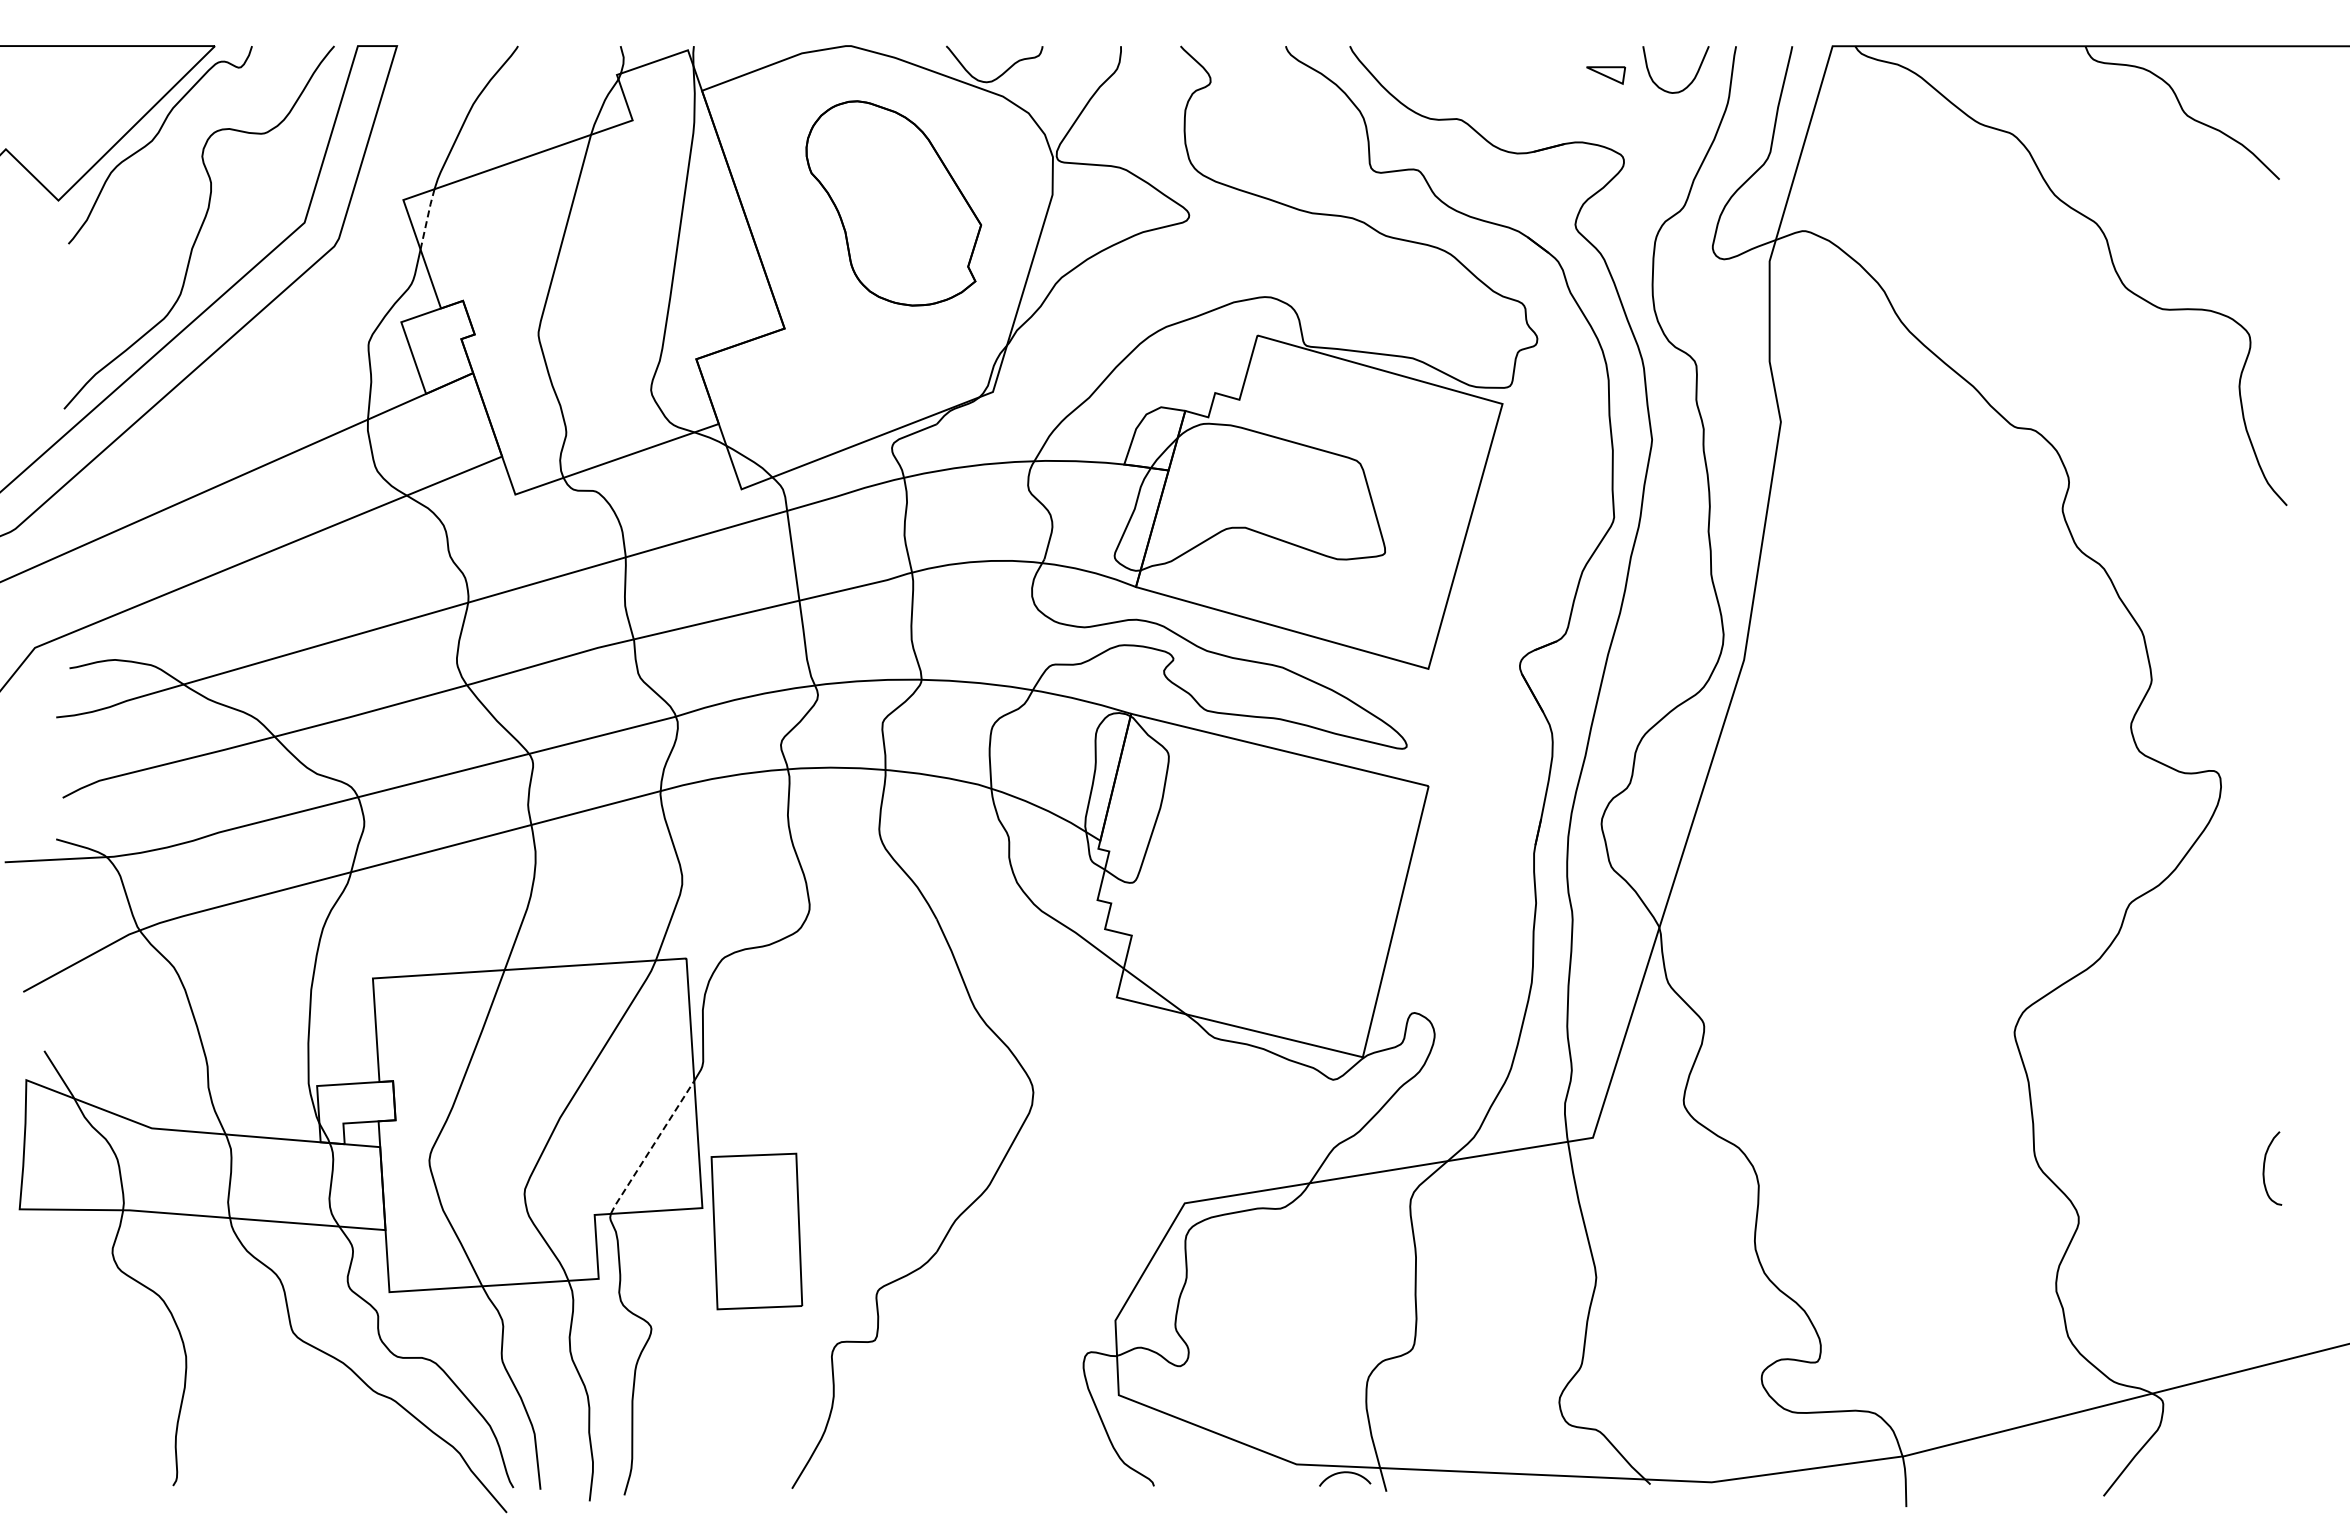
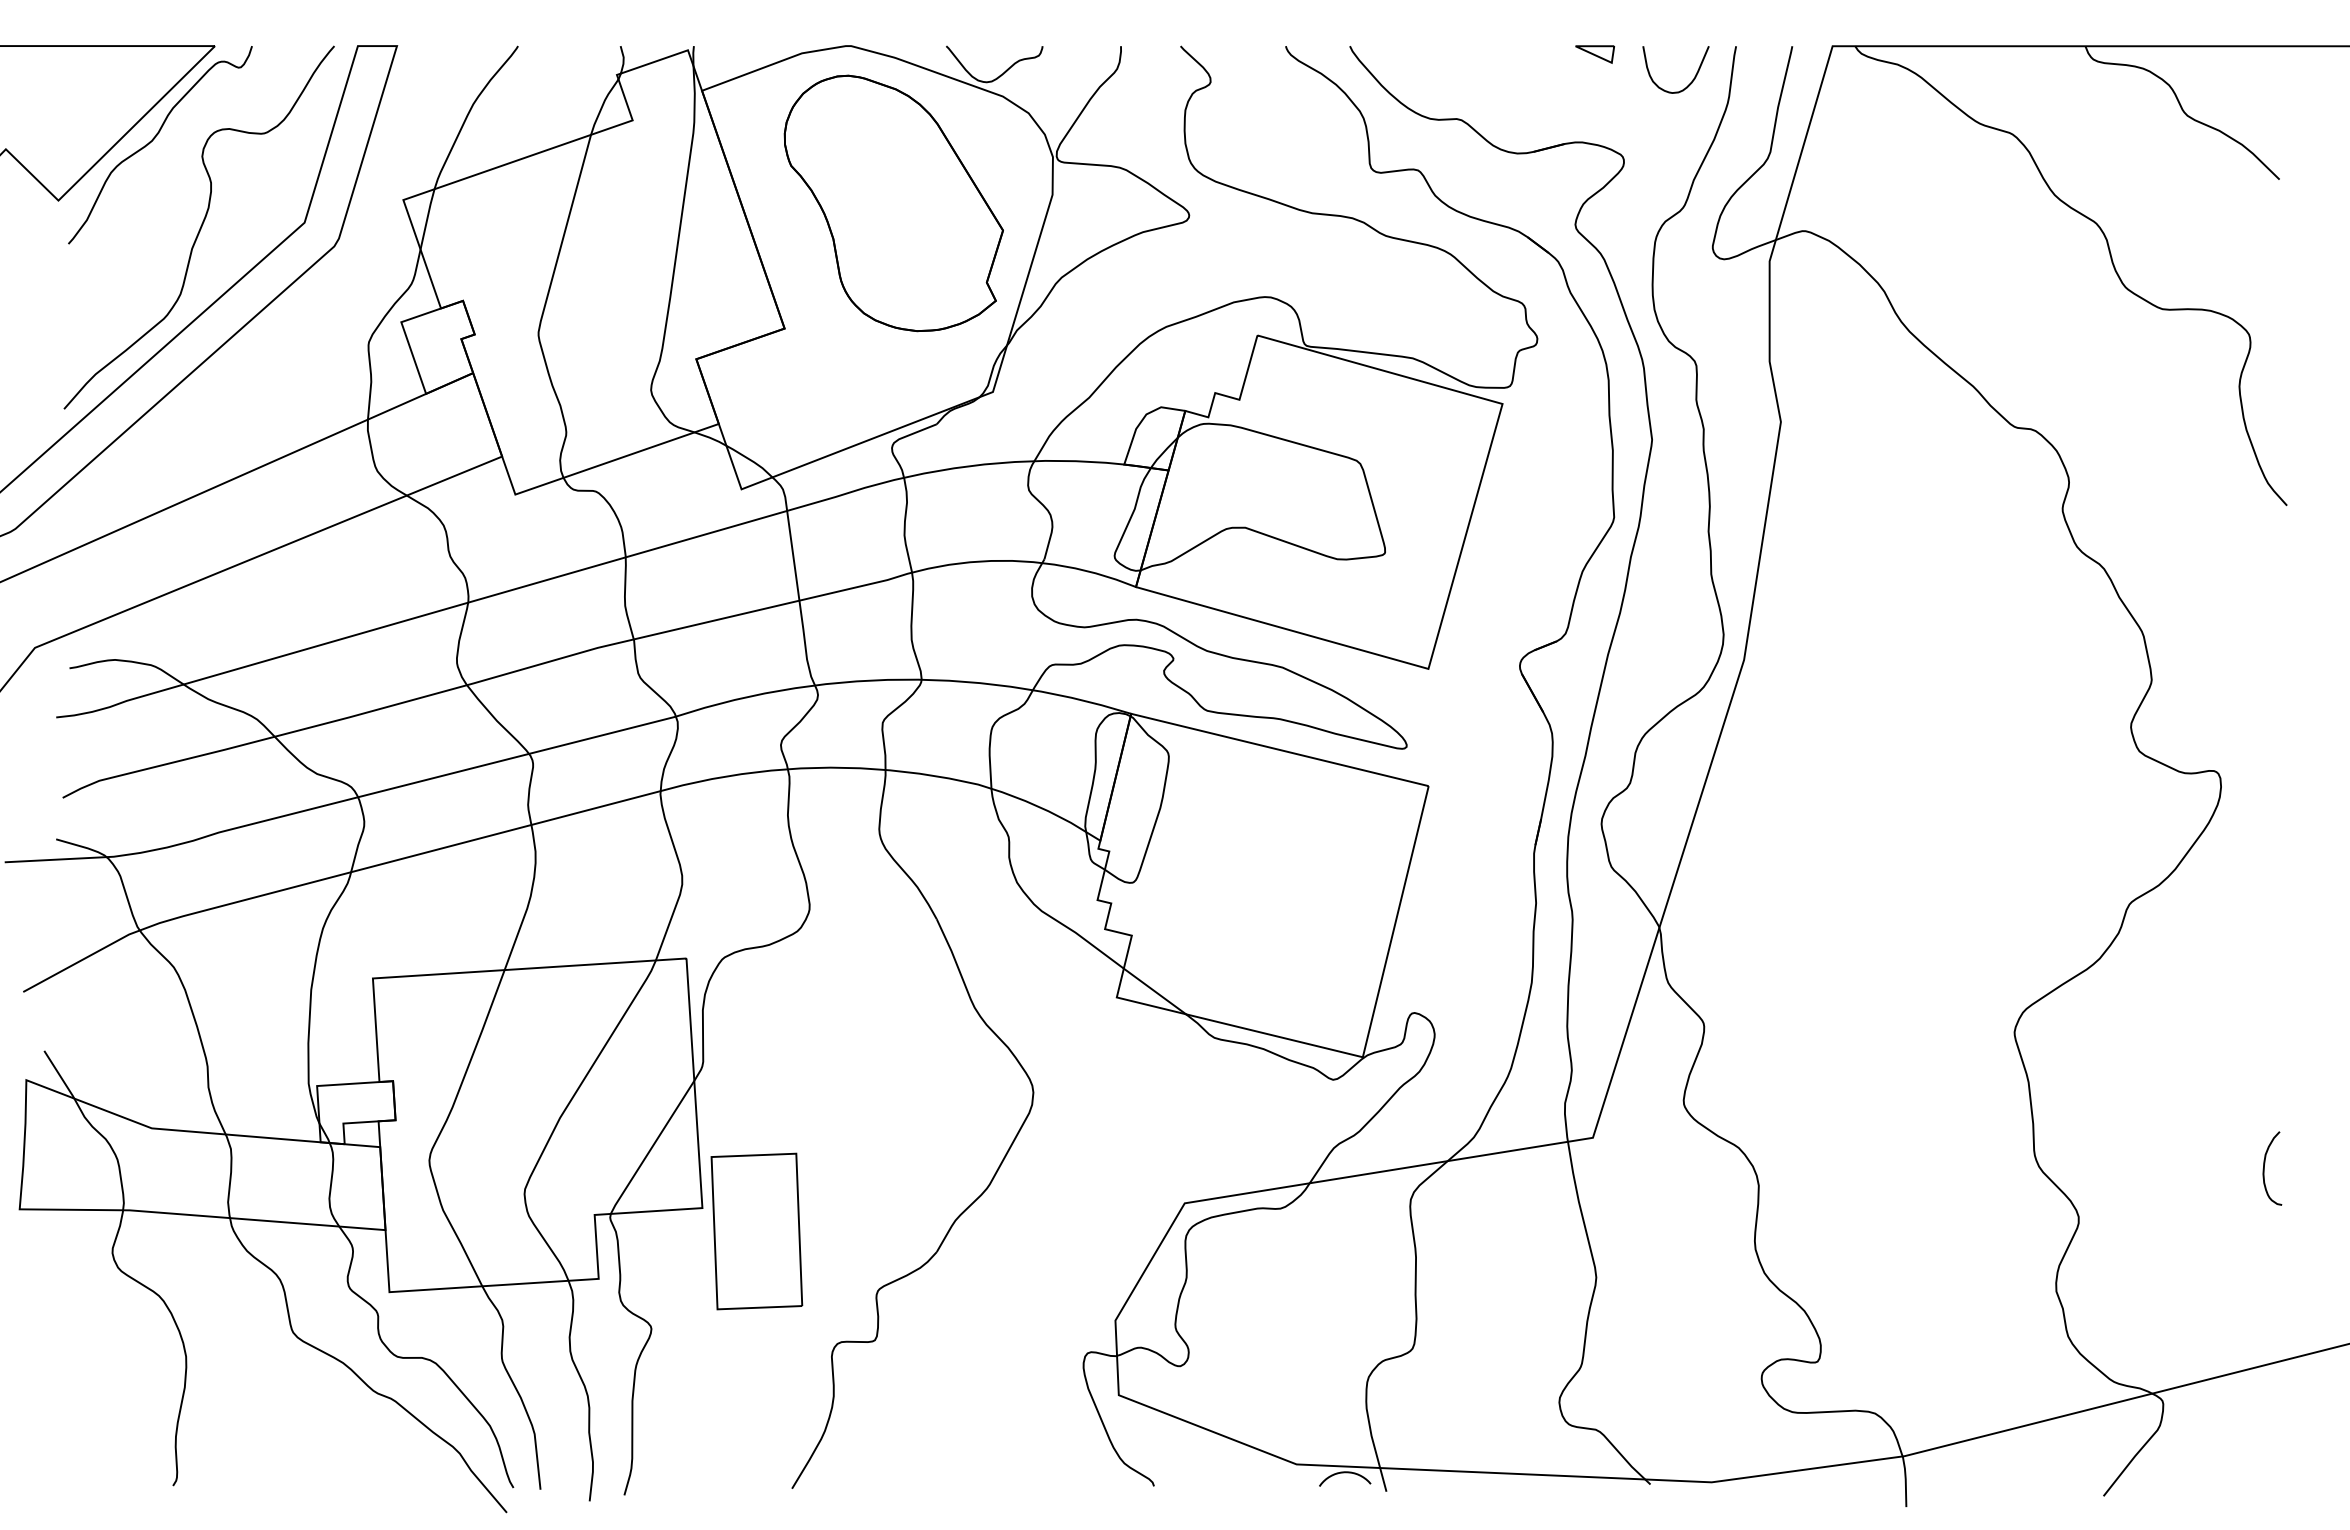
part at (1605, 75) position: (1605, 75) -> (1594, 54)
part at (893, 203) size: 178x207 px -> 221x259 px
line at (427, 218): dashed -> solid
line at (652, 1147): dashed -> solid
